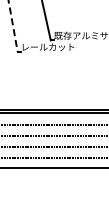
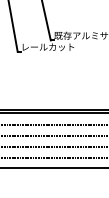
line at (13, 26): dashed -> solid
